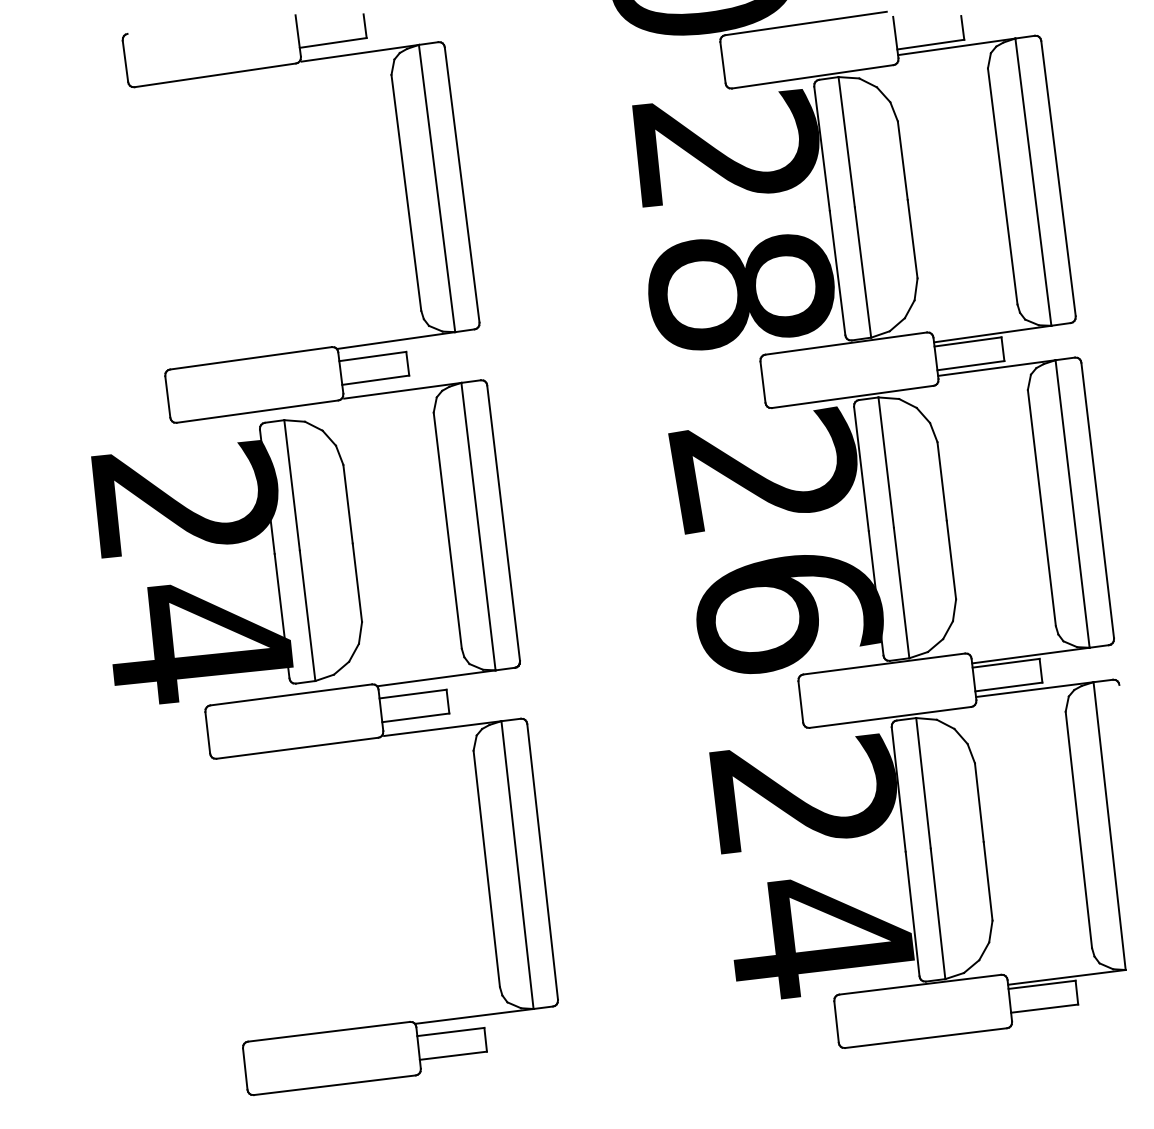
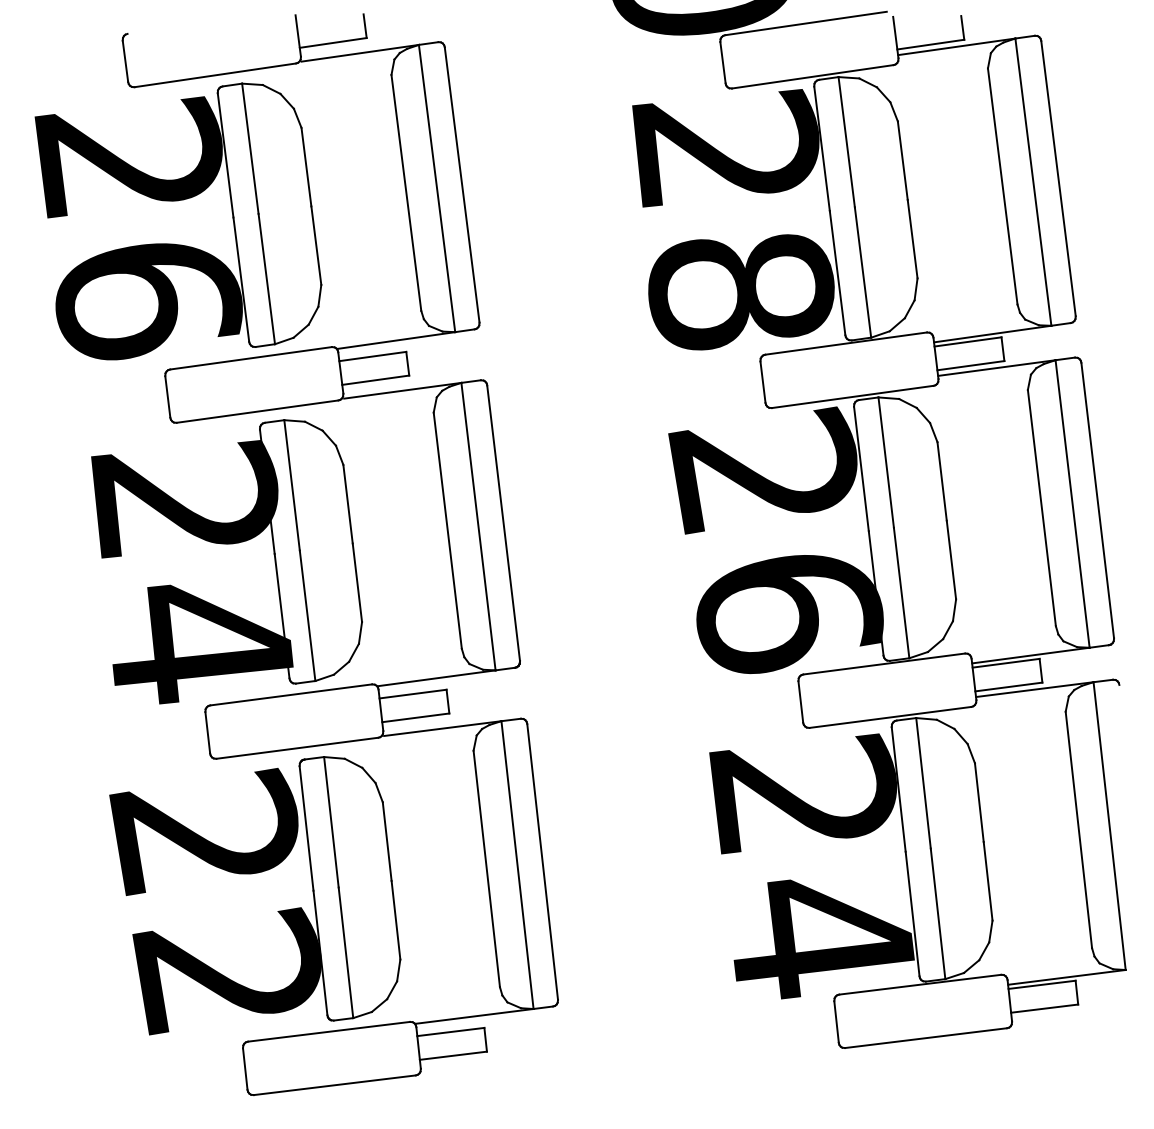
part at (178, 201): none -> present
part at (252, 874): none -> present
